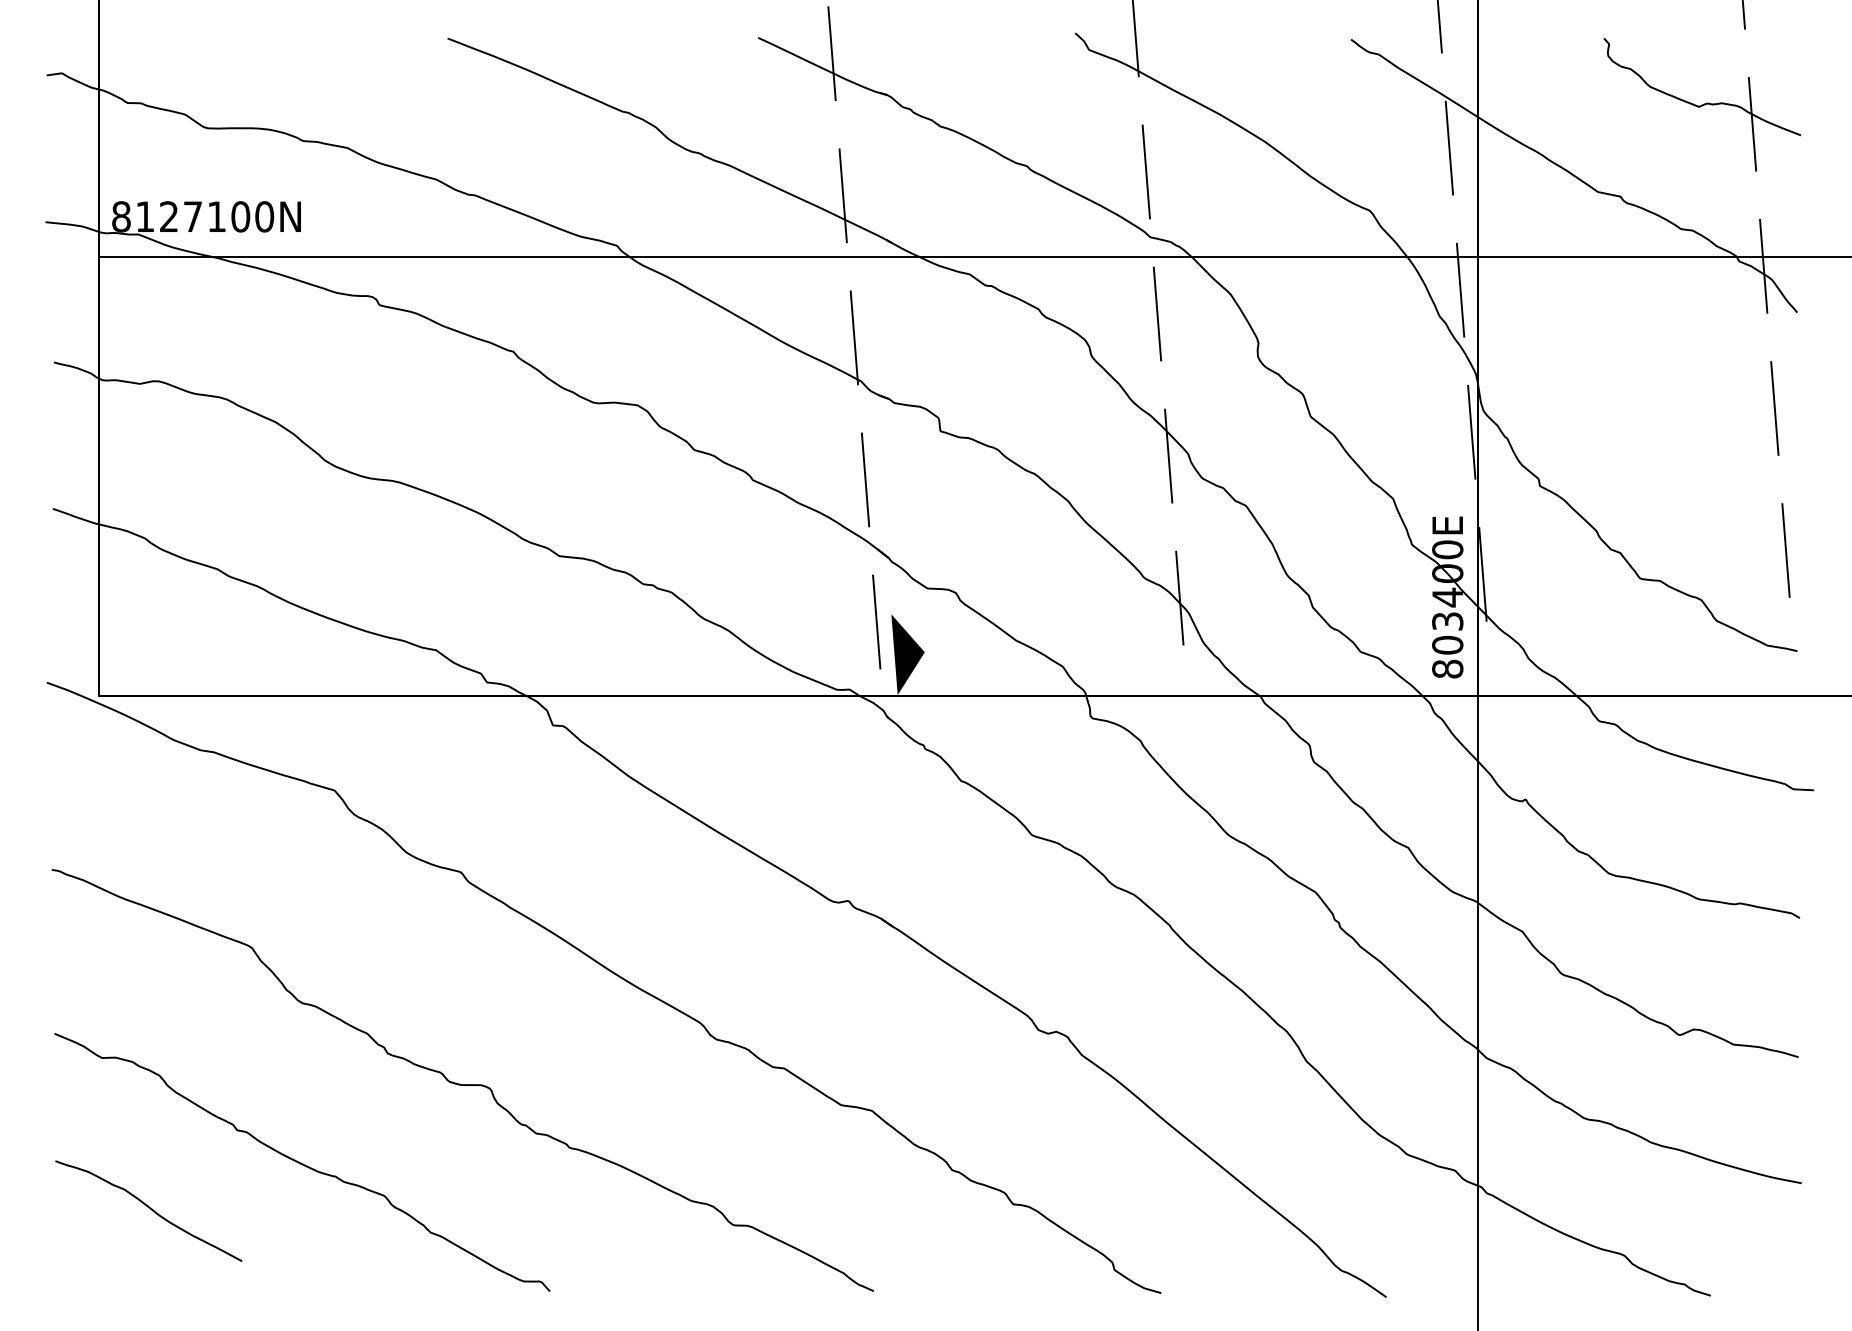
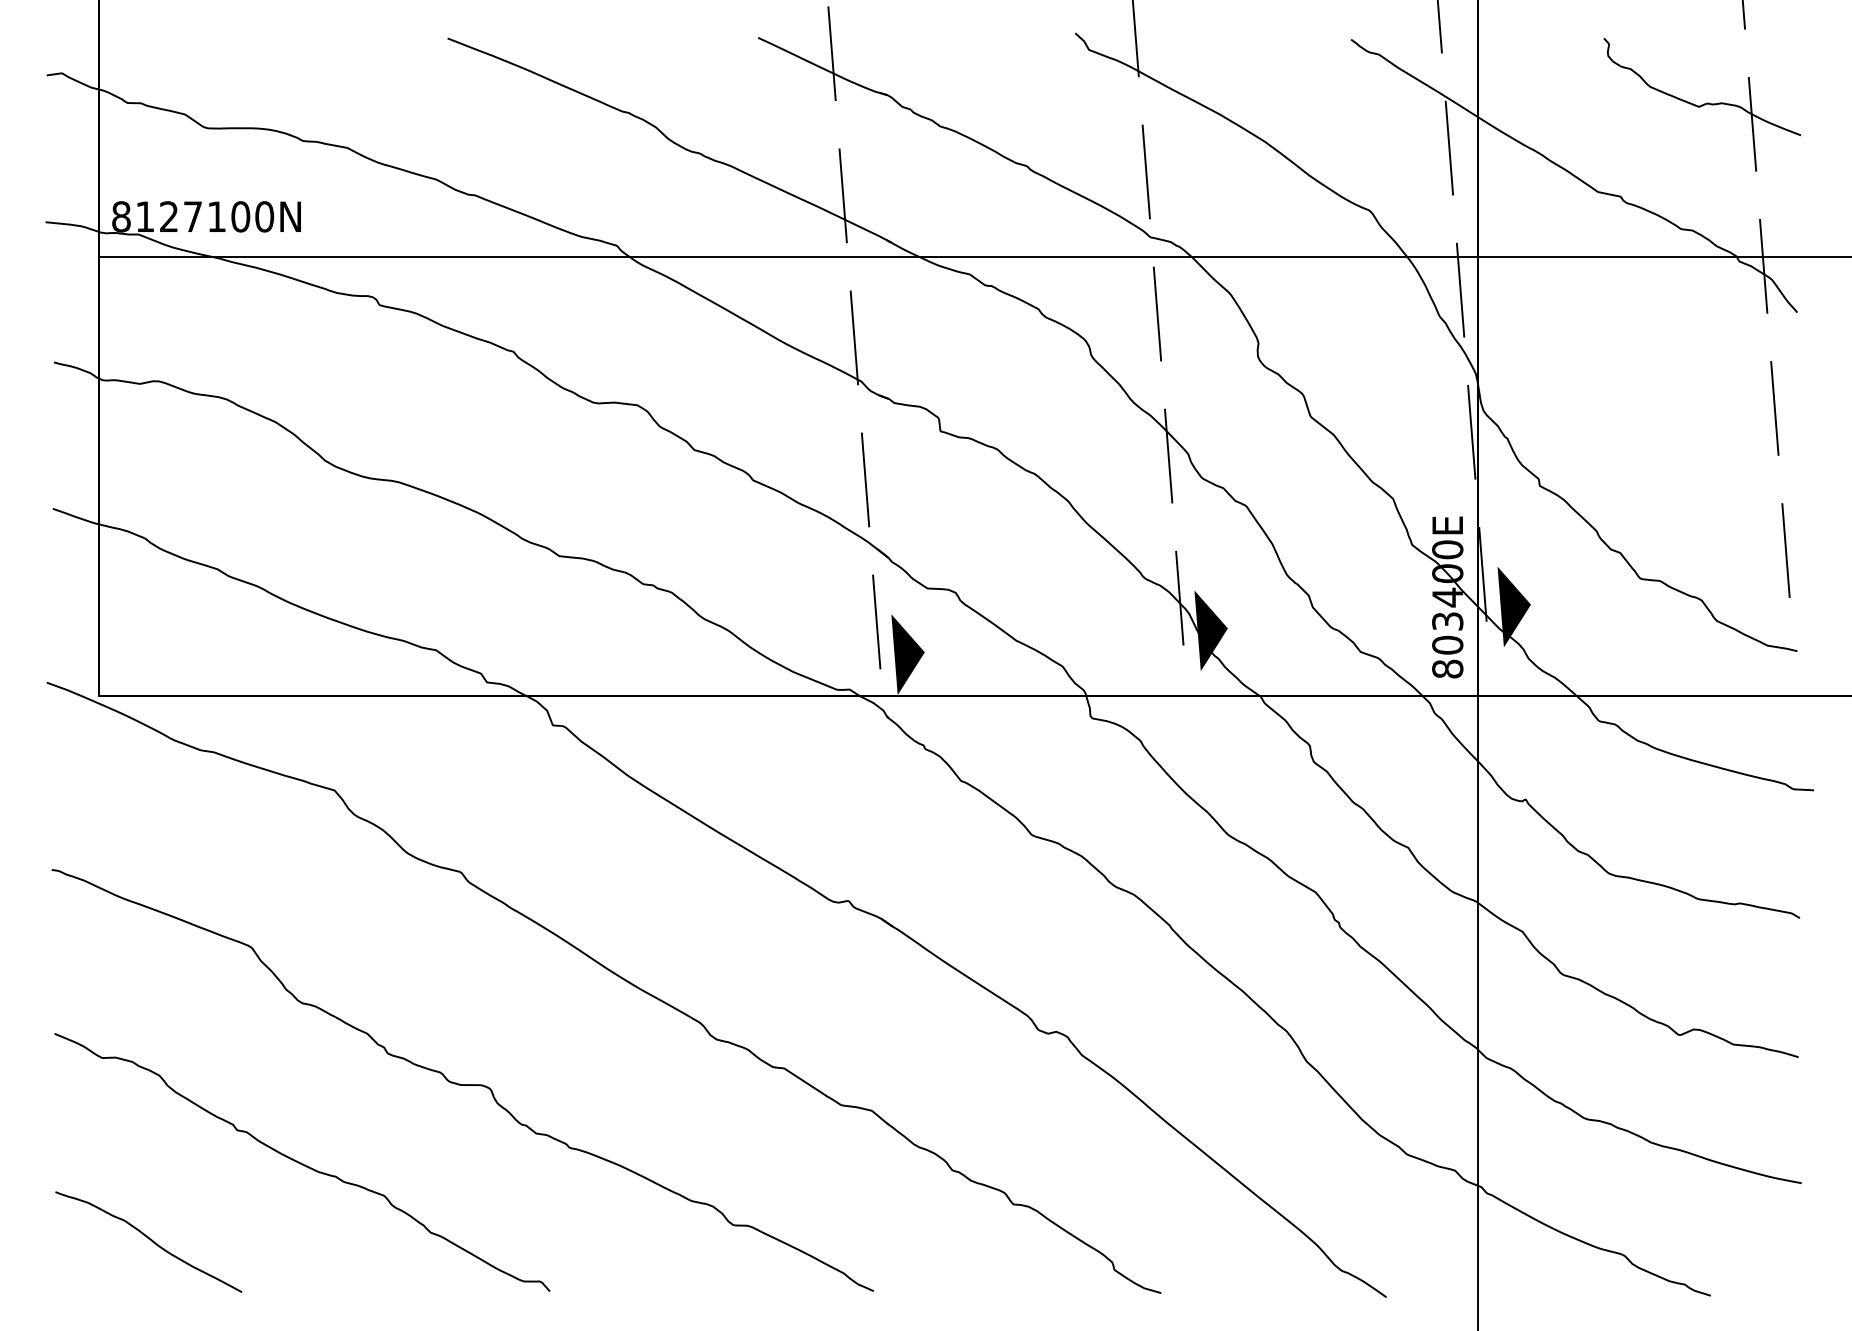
fill at (1514, 606): none -> present
fill at (1210, 630): none -> present
curve at (148, 1208) position: (148, 1208) -> (148, 1239)
